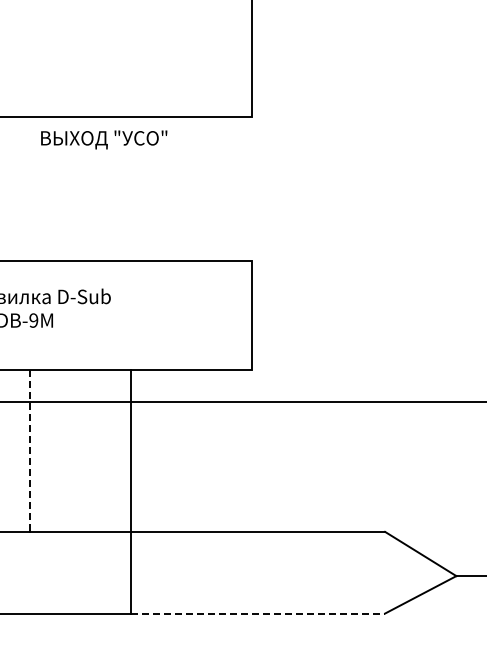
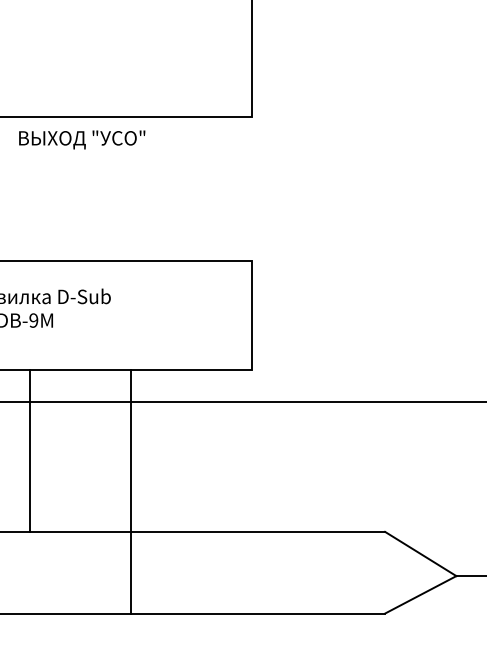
text at (104, 139) position: (104, 139) -> (82, 139)
line at (29, 451): dashed -> solid
line at (258, 613): dashed -> solid
